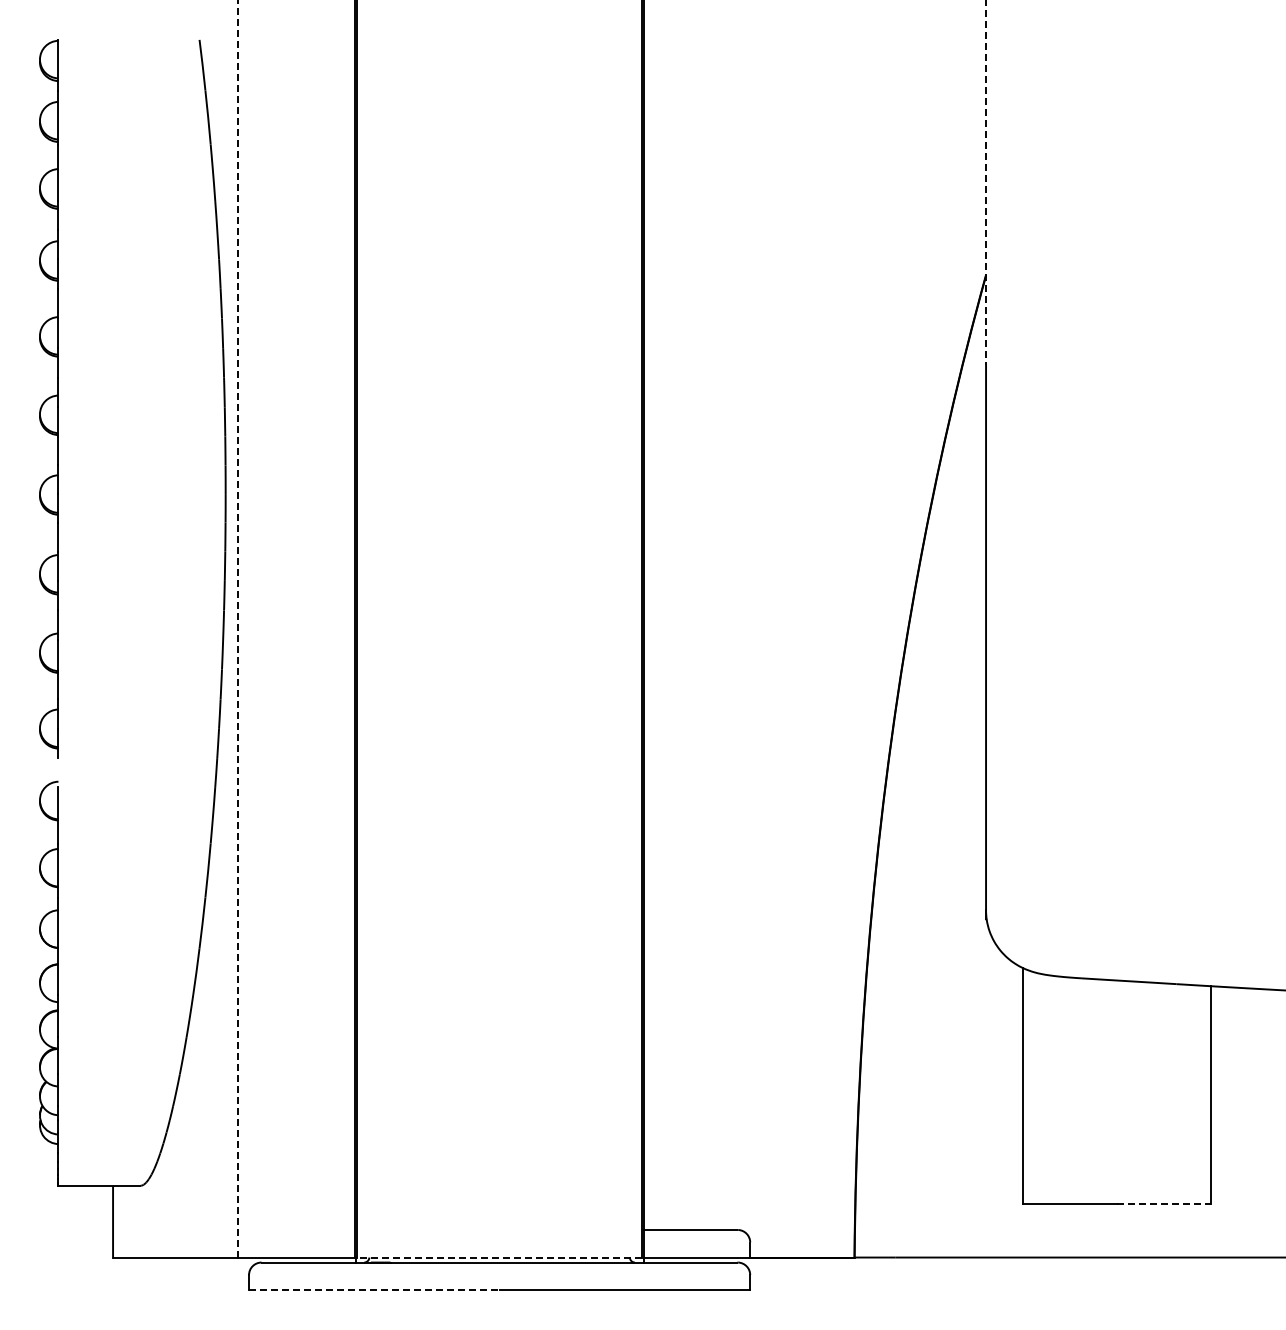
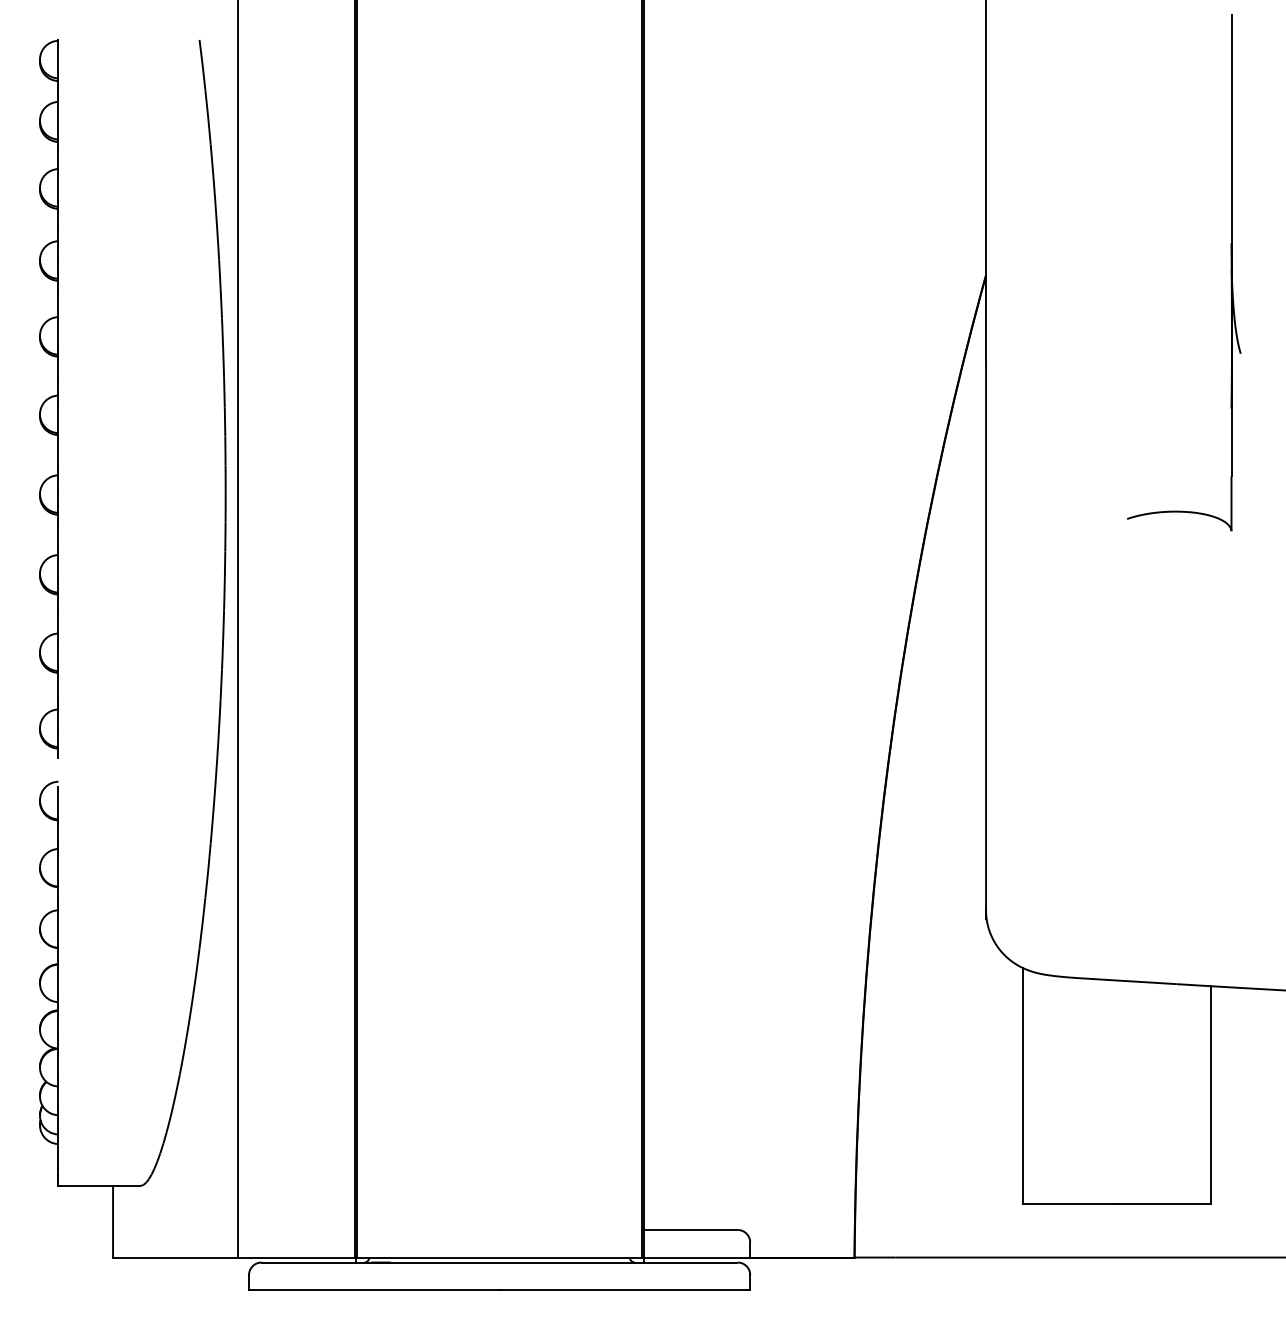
line at (986, 183): dashed -> solid
part at (1230, 272): none -> present
line at (238, 628): dashed -> solid
line at (1163, 1204): dashed -> solid
line at (499, 1257): dashed -> solid
line at (374, 1290): dashed -> solid
